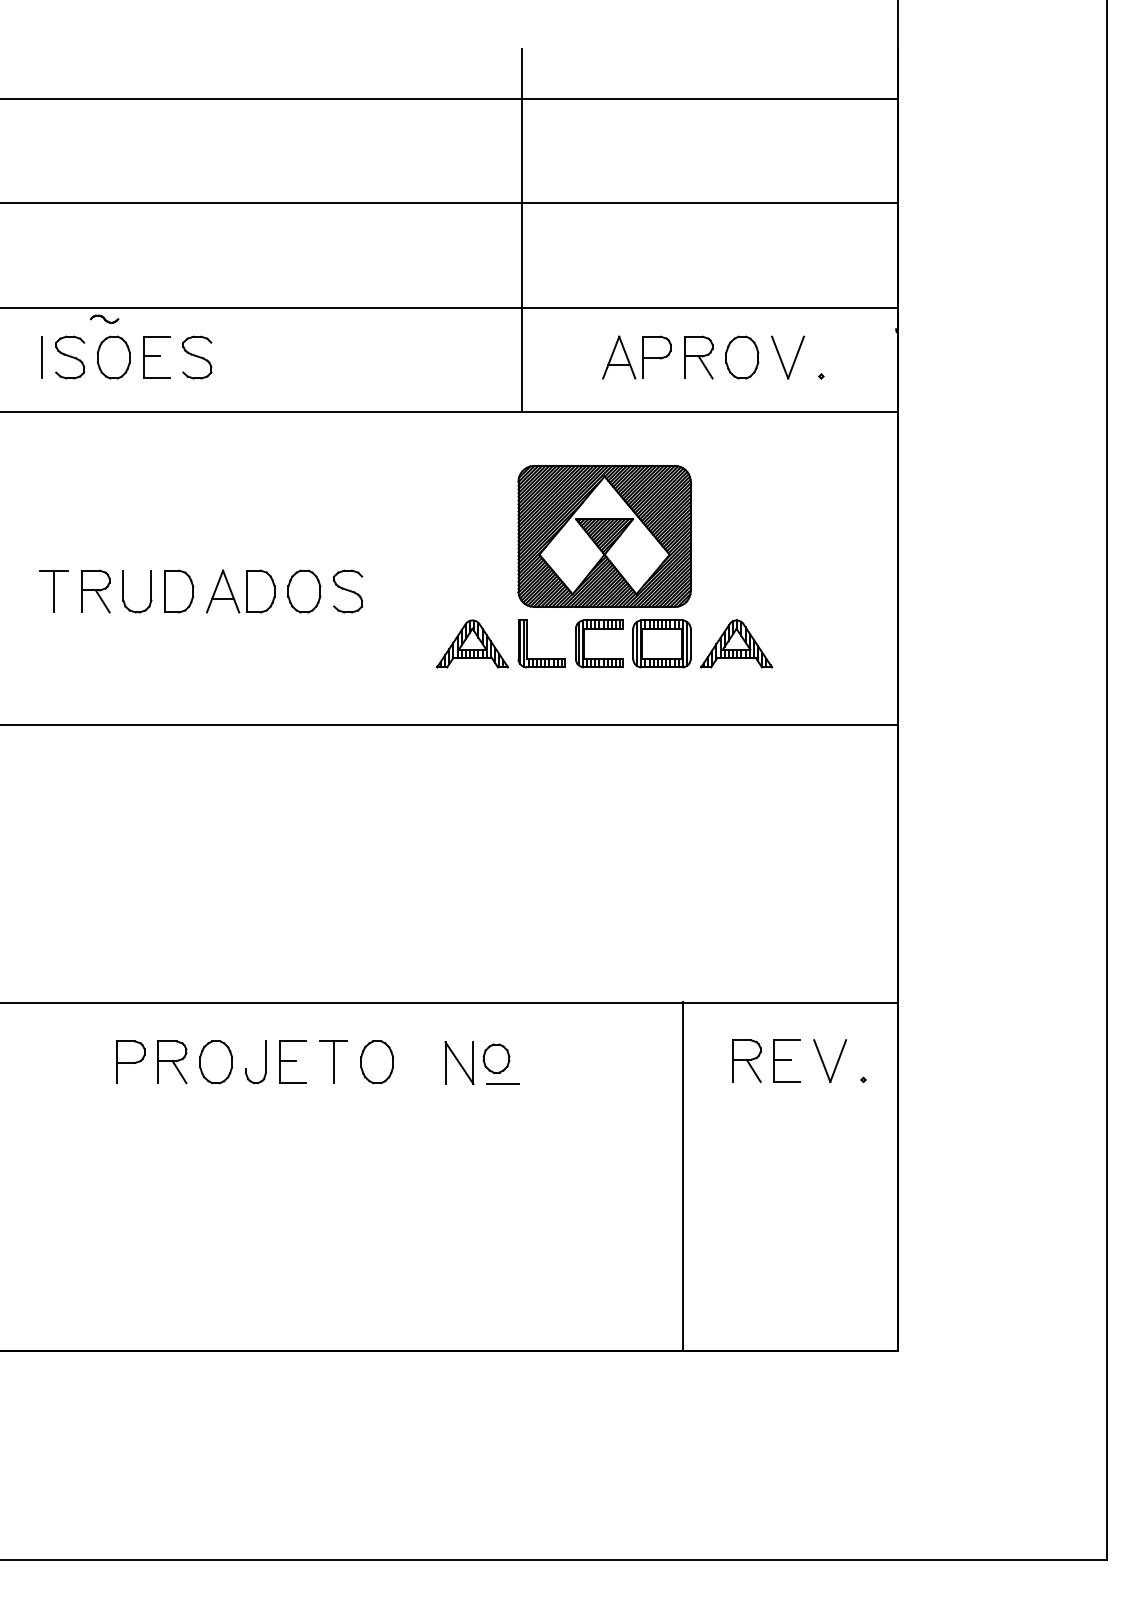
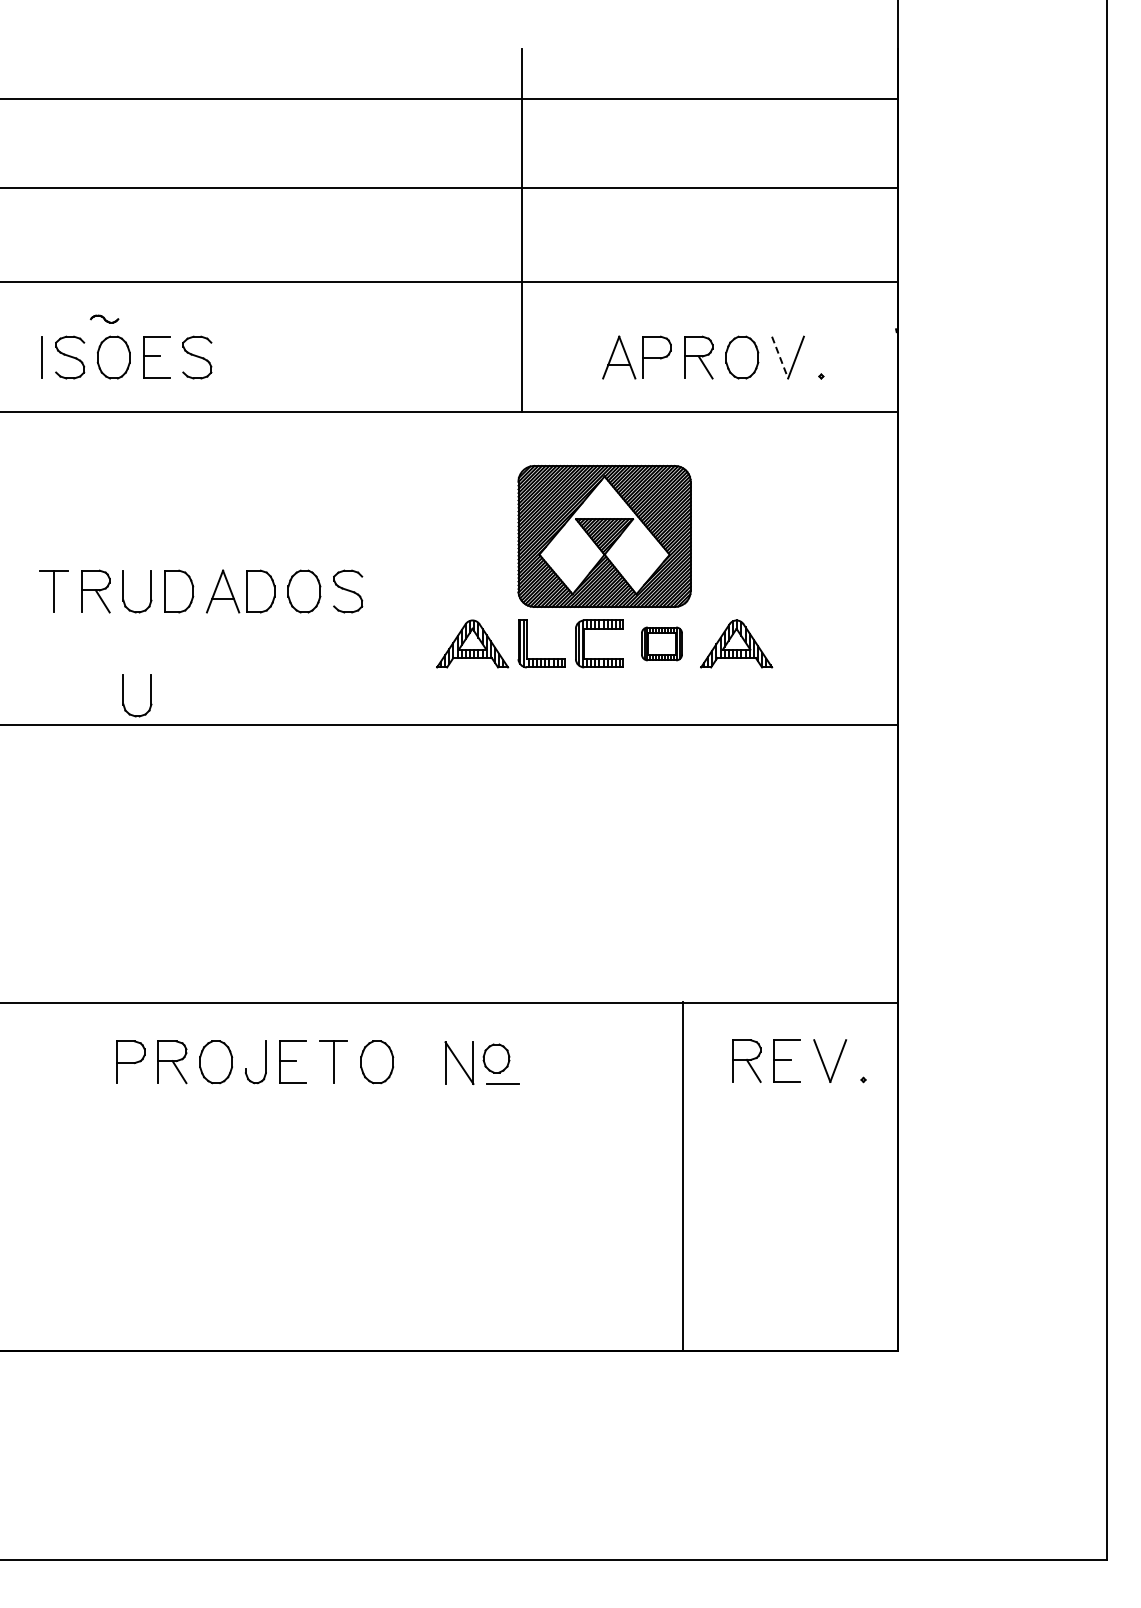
line at (450, 203) position: (450, 203) -> (450, 188)
line at (450, 307) position: (450, 307) -> (450, 281)
line at (780, 358): solid -> dashed
part at (661, 643) size: 60x50 px -> 42x36 px
part at (150, 695): none -> present
